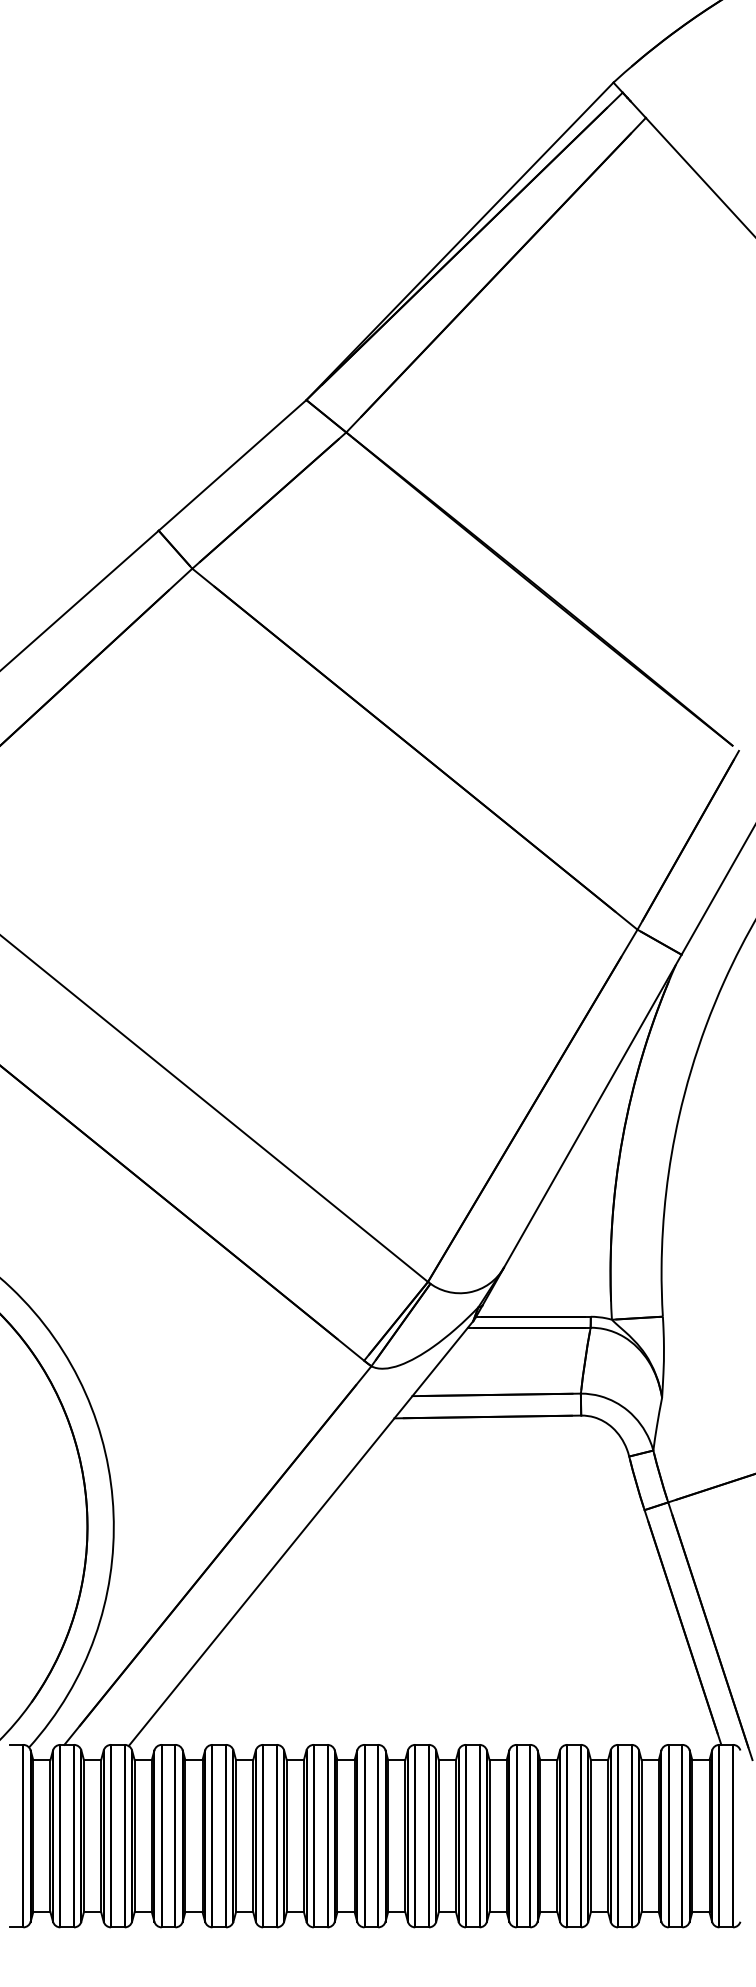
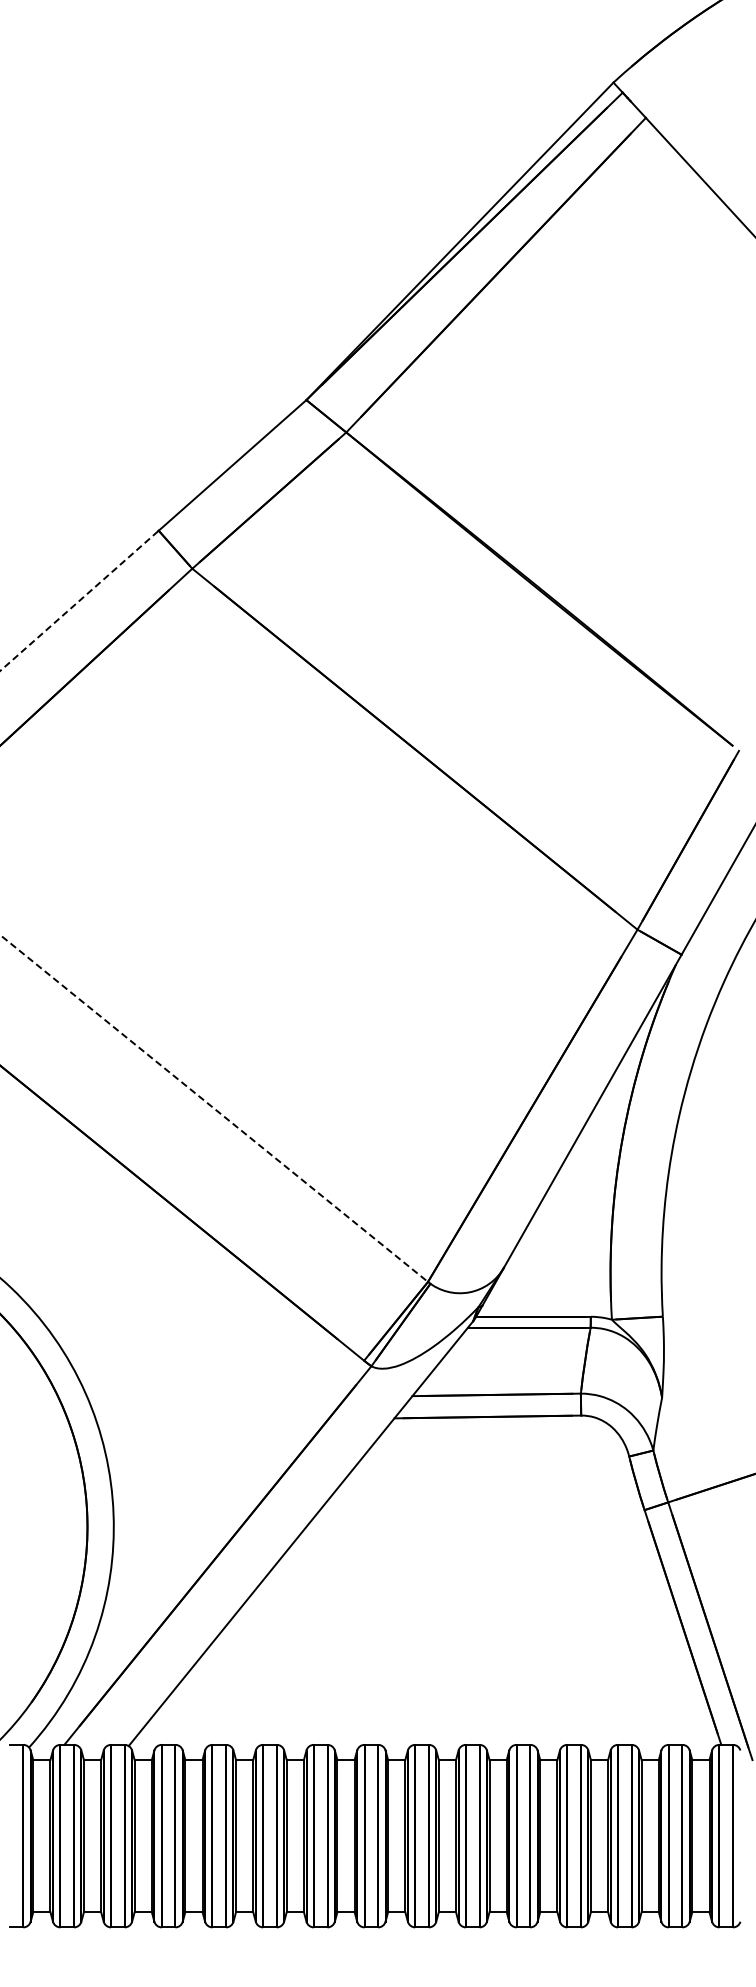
line at (79, 600): solid -> dashed
line at (214, 1108): solid -> dashed
